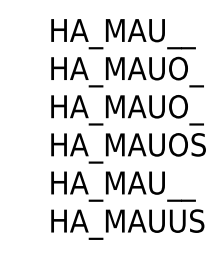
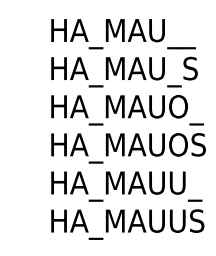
text at (185, 71): HA_MAUO_ -> HA_MAU_S
text at (184, 186): HA_MAU__ -> HA_MAUU_
